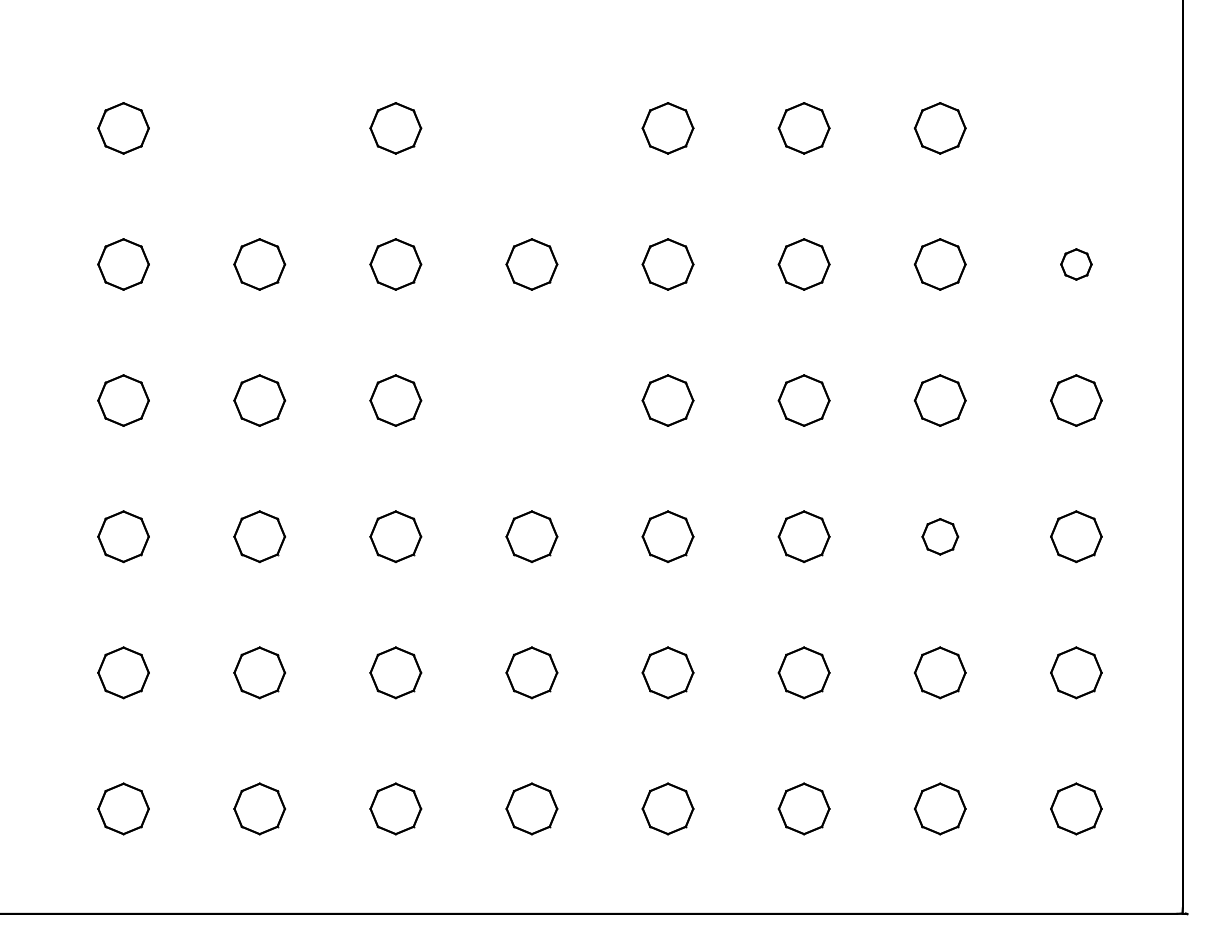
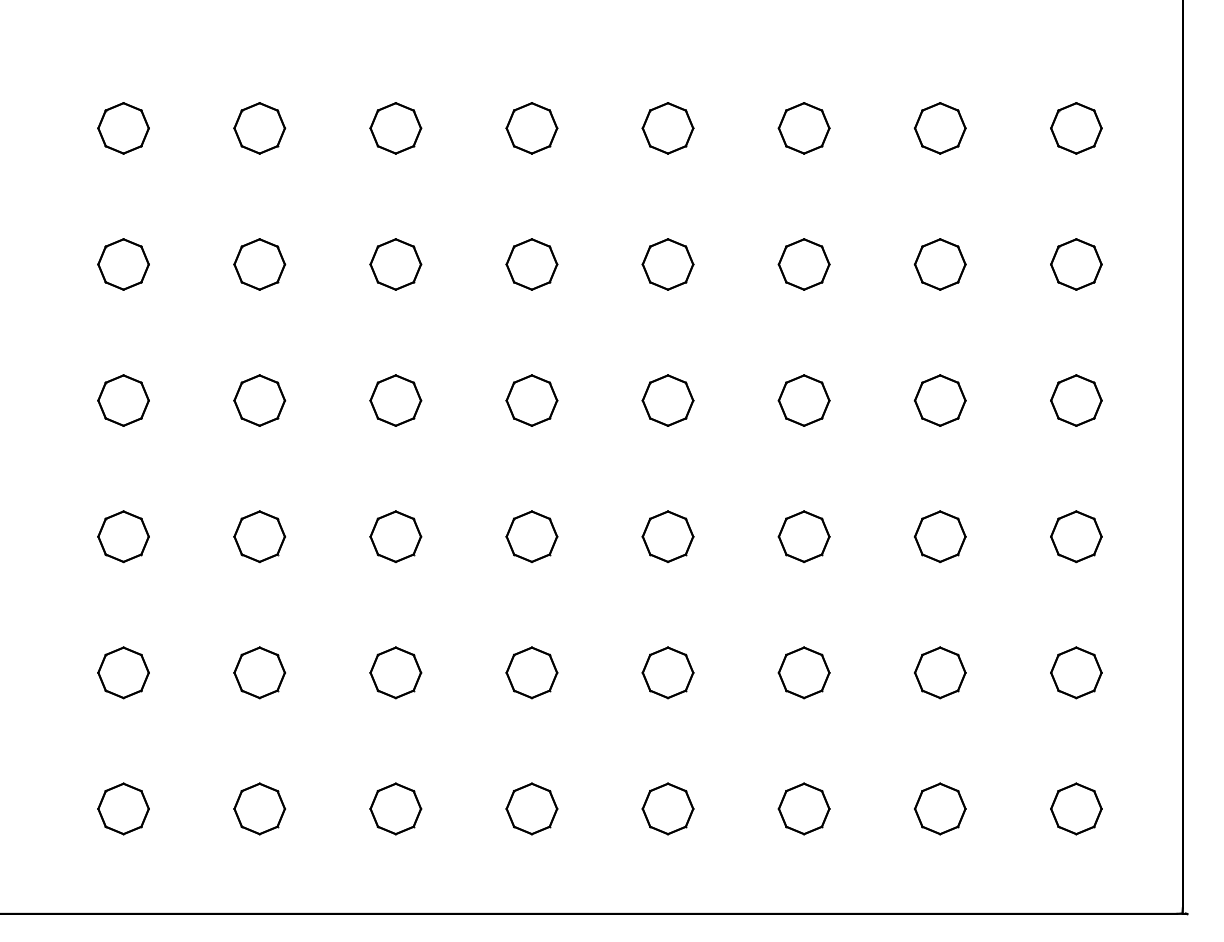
part at (259, 128): none -> present
part at (531, 128): none -> present
part at (1076, 128): none -> present
part at (1076, 264) size: 33x33 px -> 53x53 px
part at (531, 400): none -> present
part at (940, 536) size: 39x38 px -> 53x54 px
